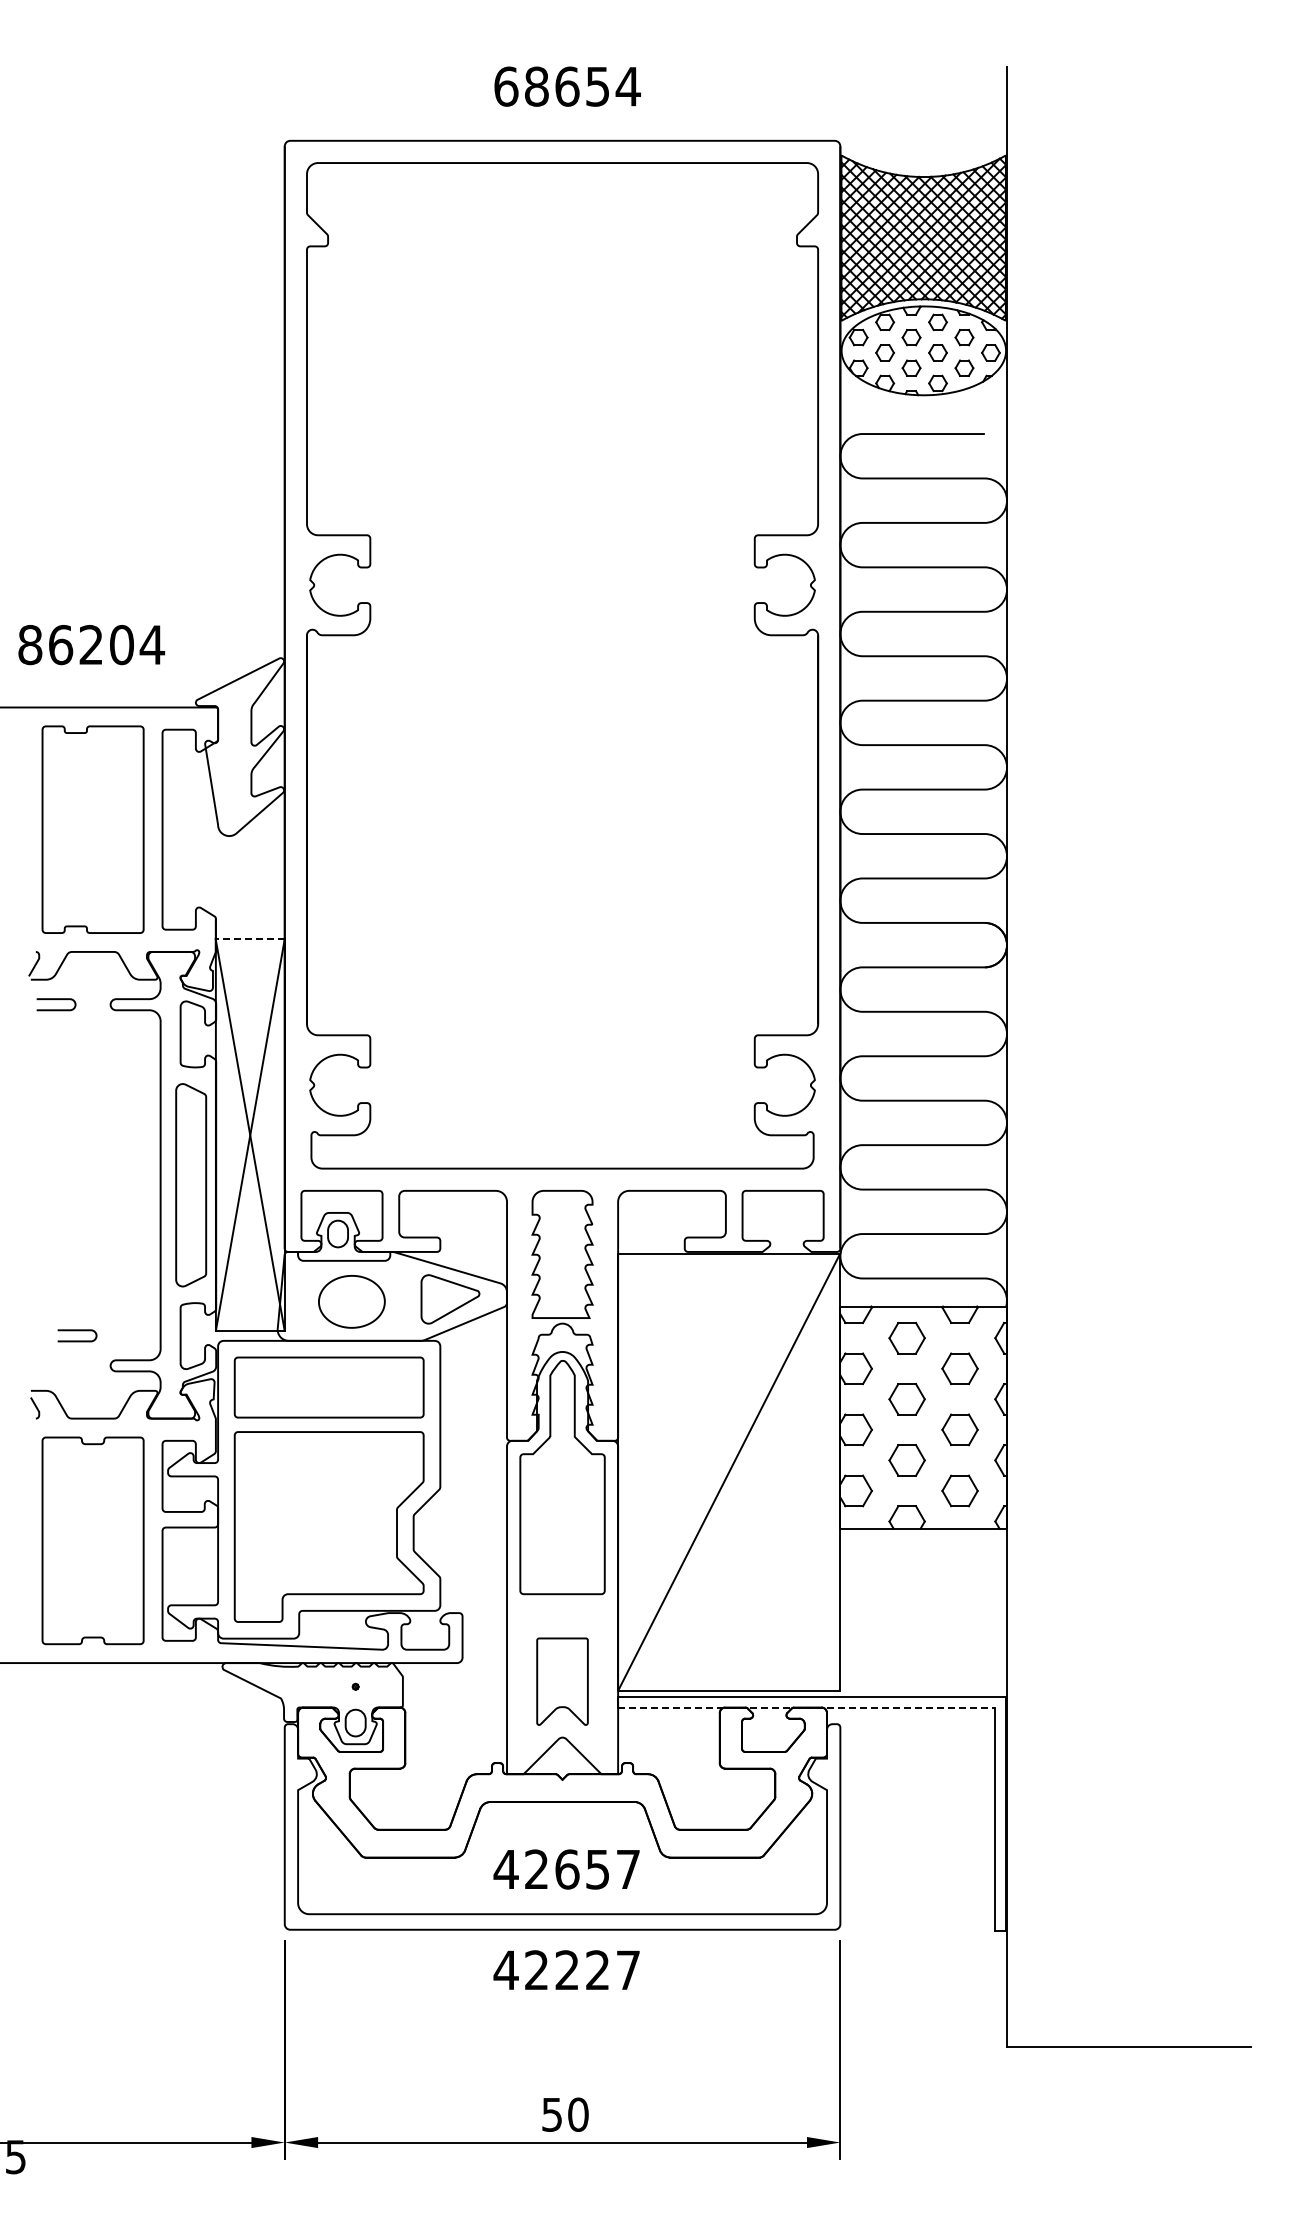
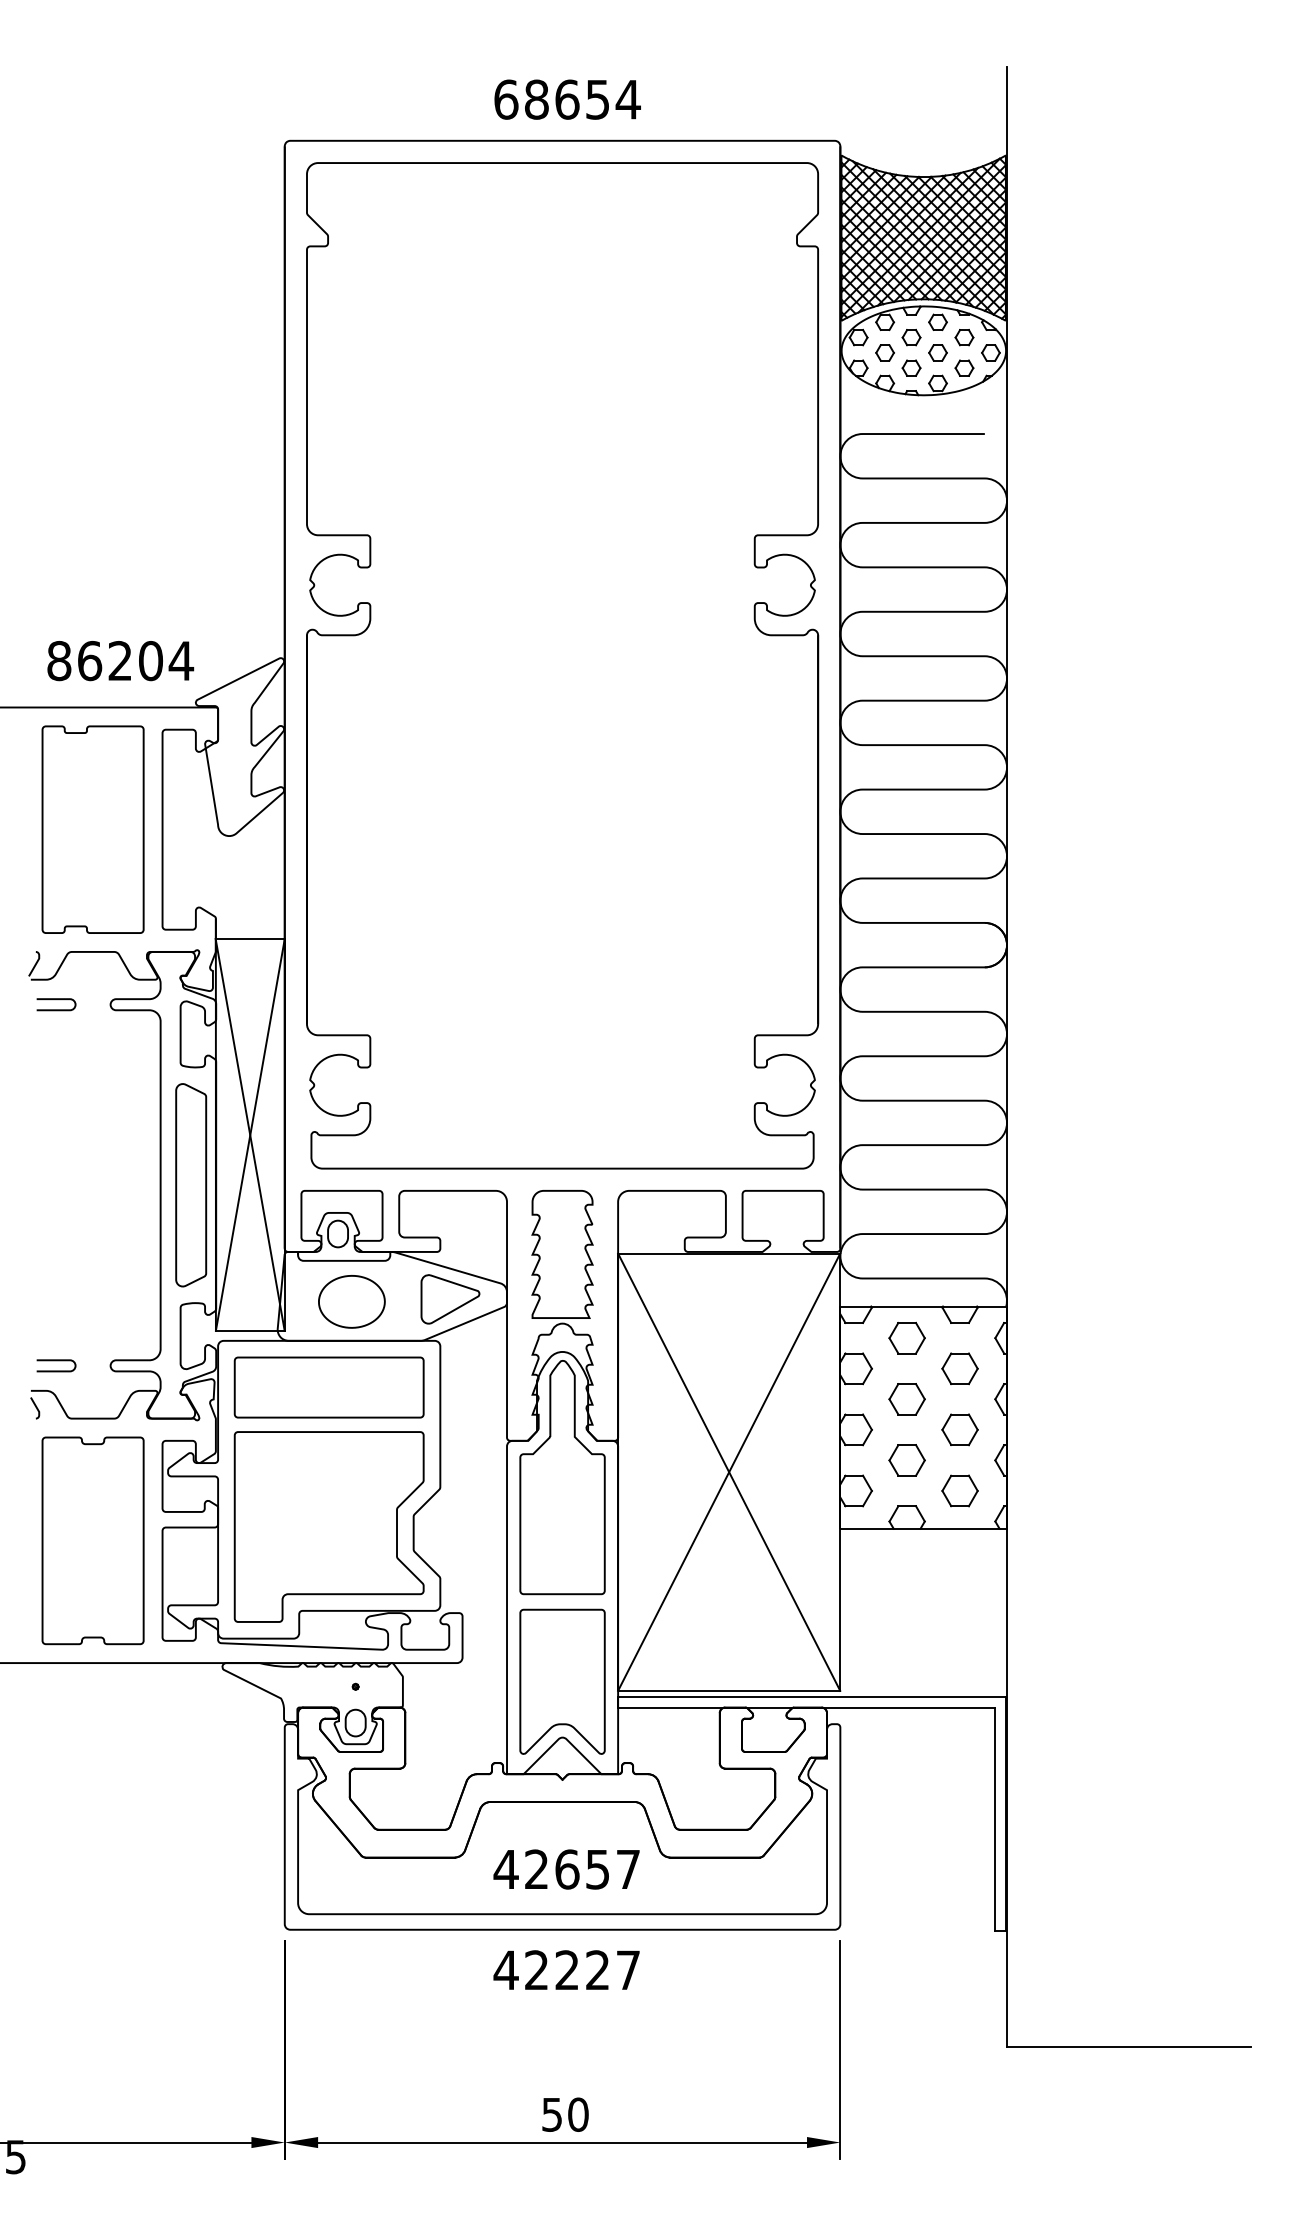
text at (567, 86) position: (567, 86) -> (567, 99)
text at (91, 645) position: (91, 645) -> (120, 661)
line at (249, 939): dashed -> solid
curve at (77, 1331) position: (77, 1331) -> (56, 1361)
line at (729, 1471): none -> present
part at (562, 1681) size: 53x89 px -> 87x147 px
line at (807, 1708): dashed -> solid
